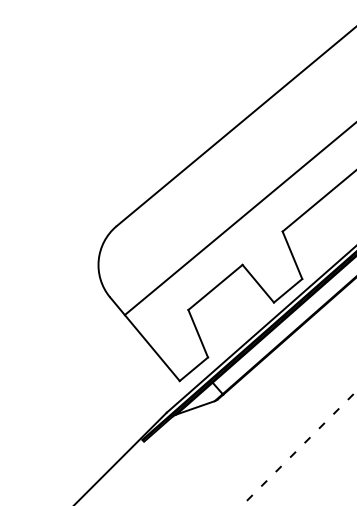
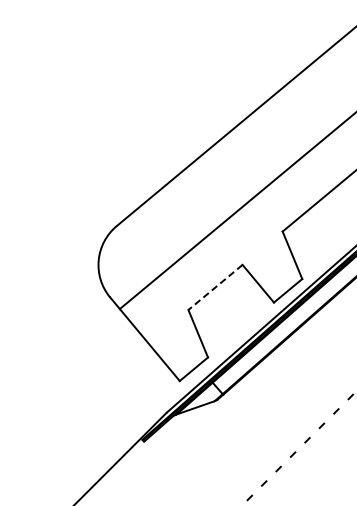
line at (238, 219) position: (238, 219) -> (236, 211)
line at (215, 287): solid -> dashed
